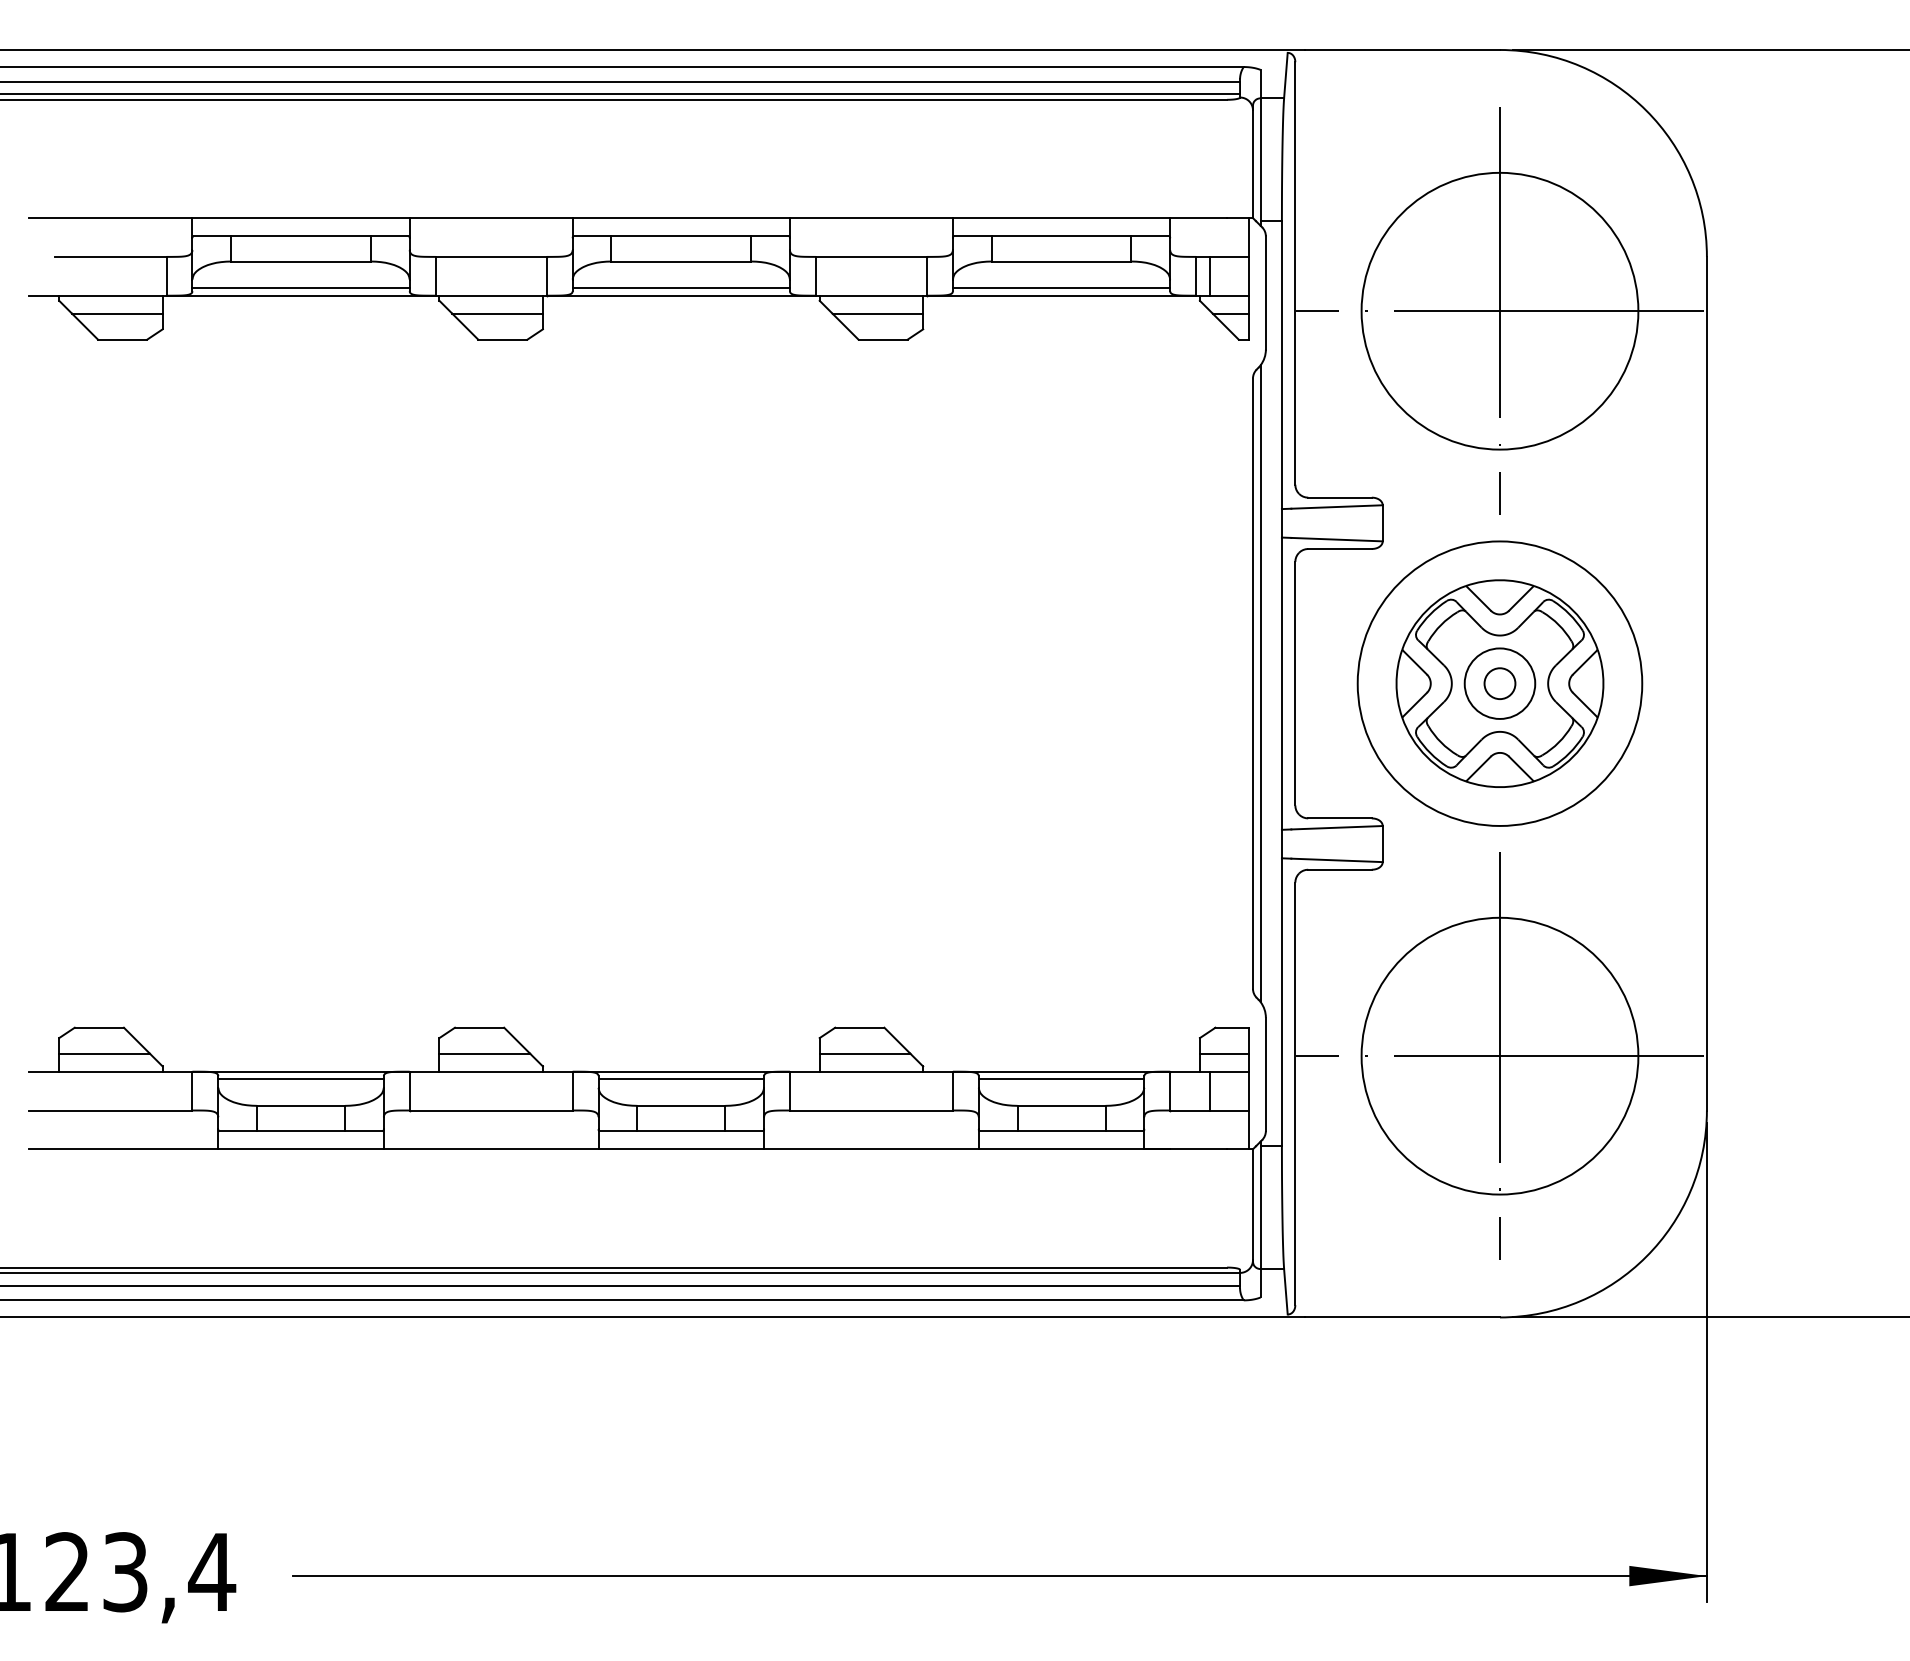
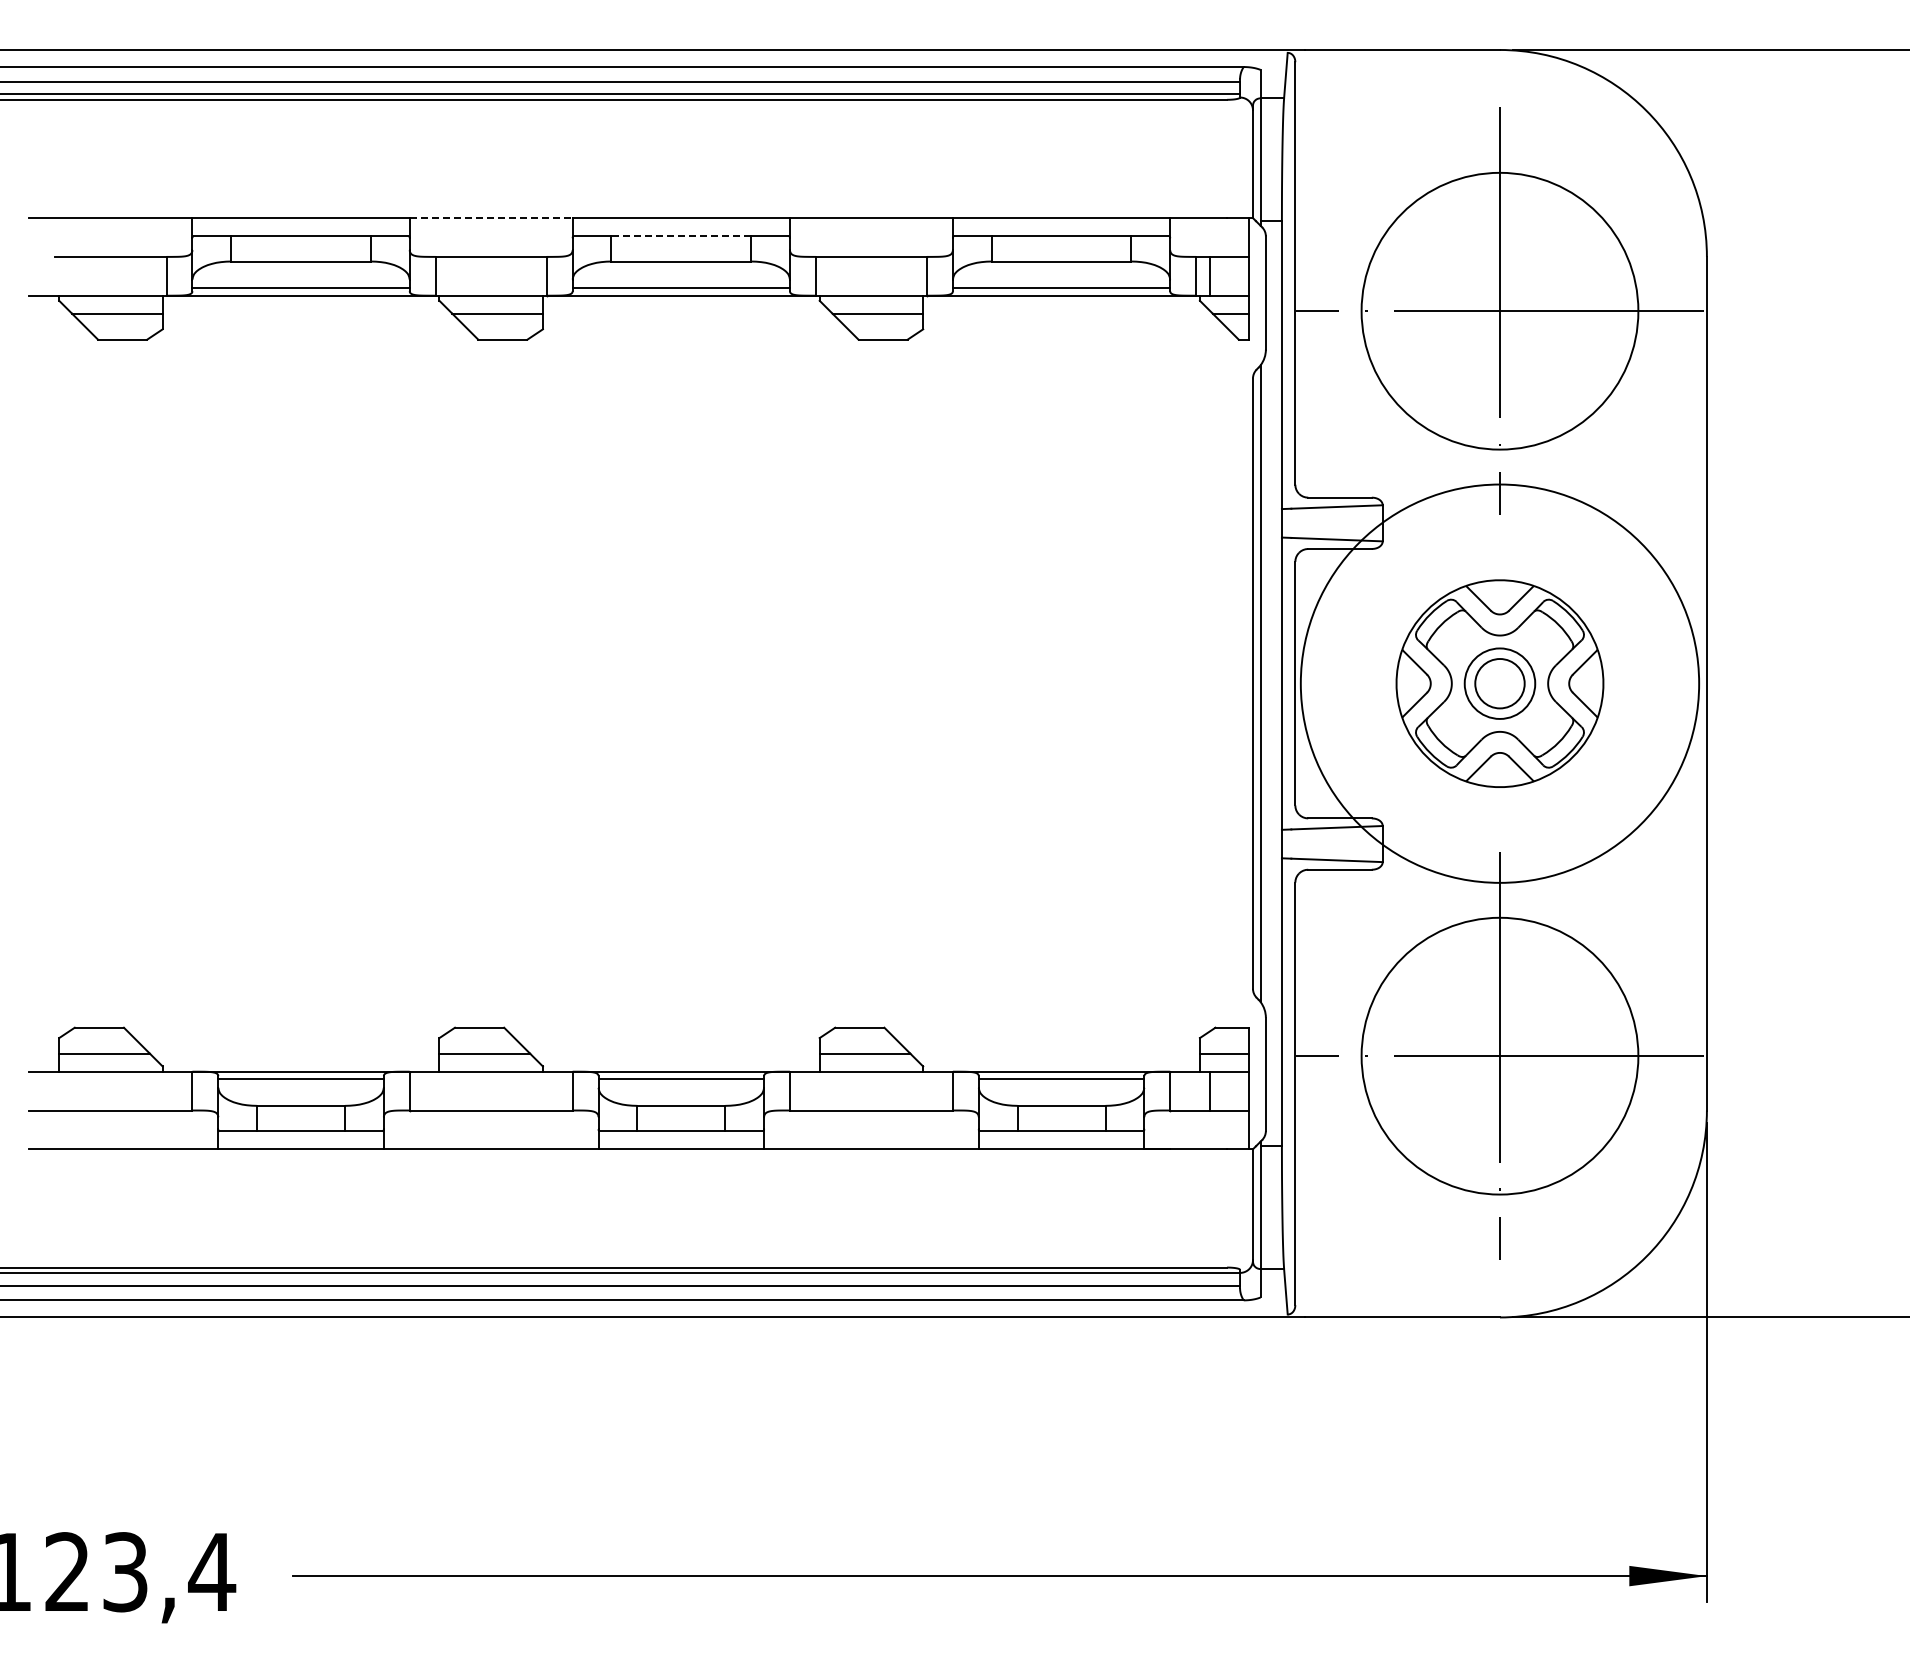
line at (491, 218): solid -> dashed
line at (681, 236): solid -> dashed
circle at (1499, 683) diameter: 285 px -> 398 px
circle at (1499, 683) diameter: 31 px -> 49 px
